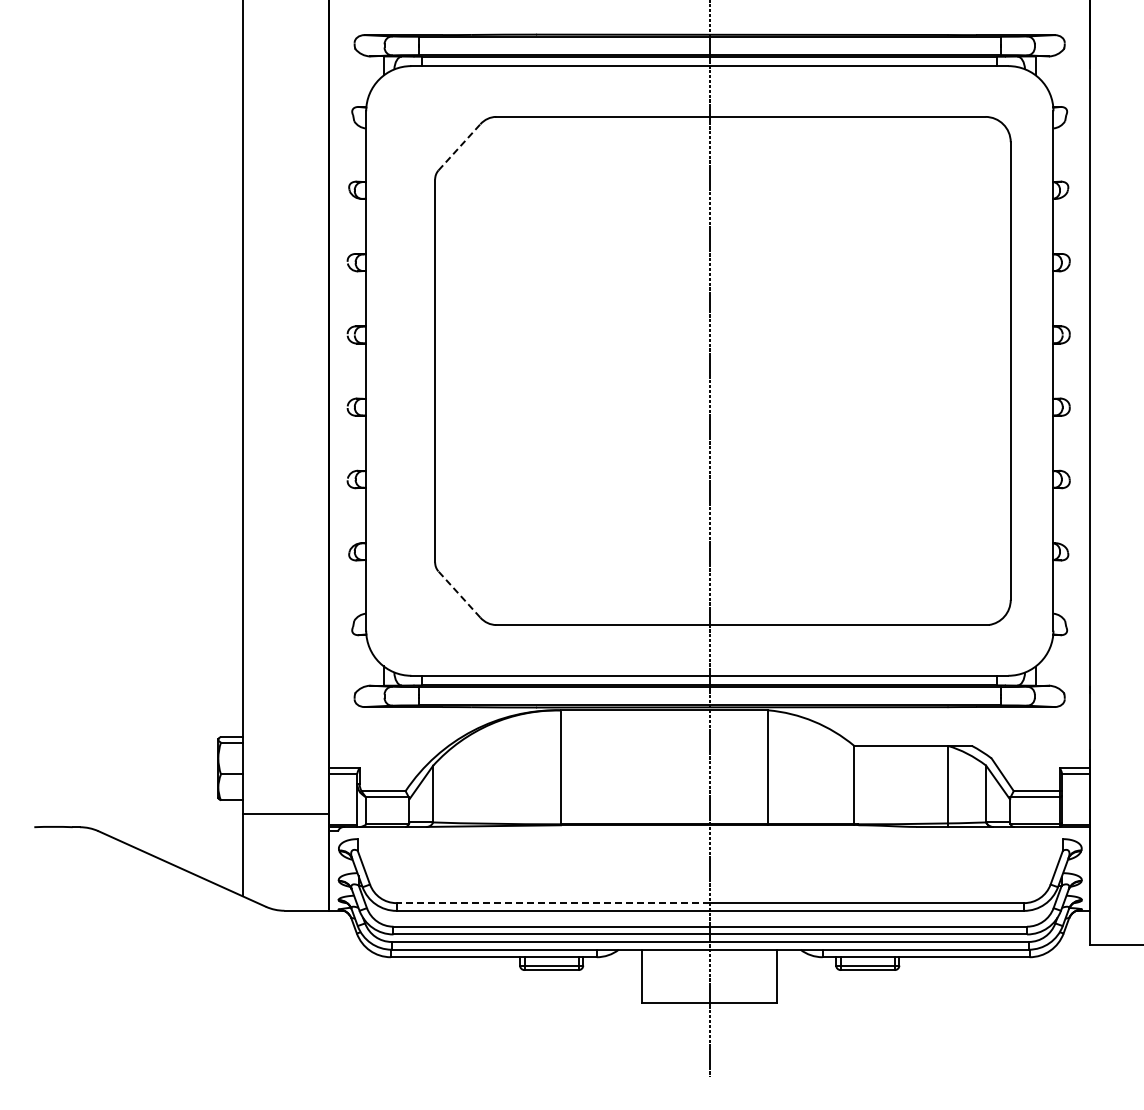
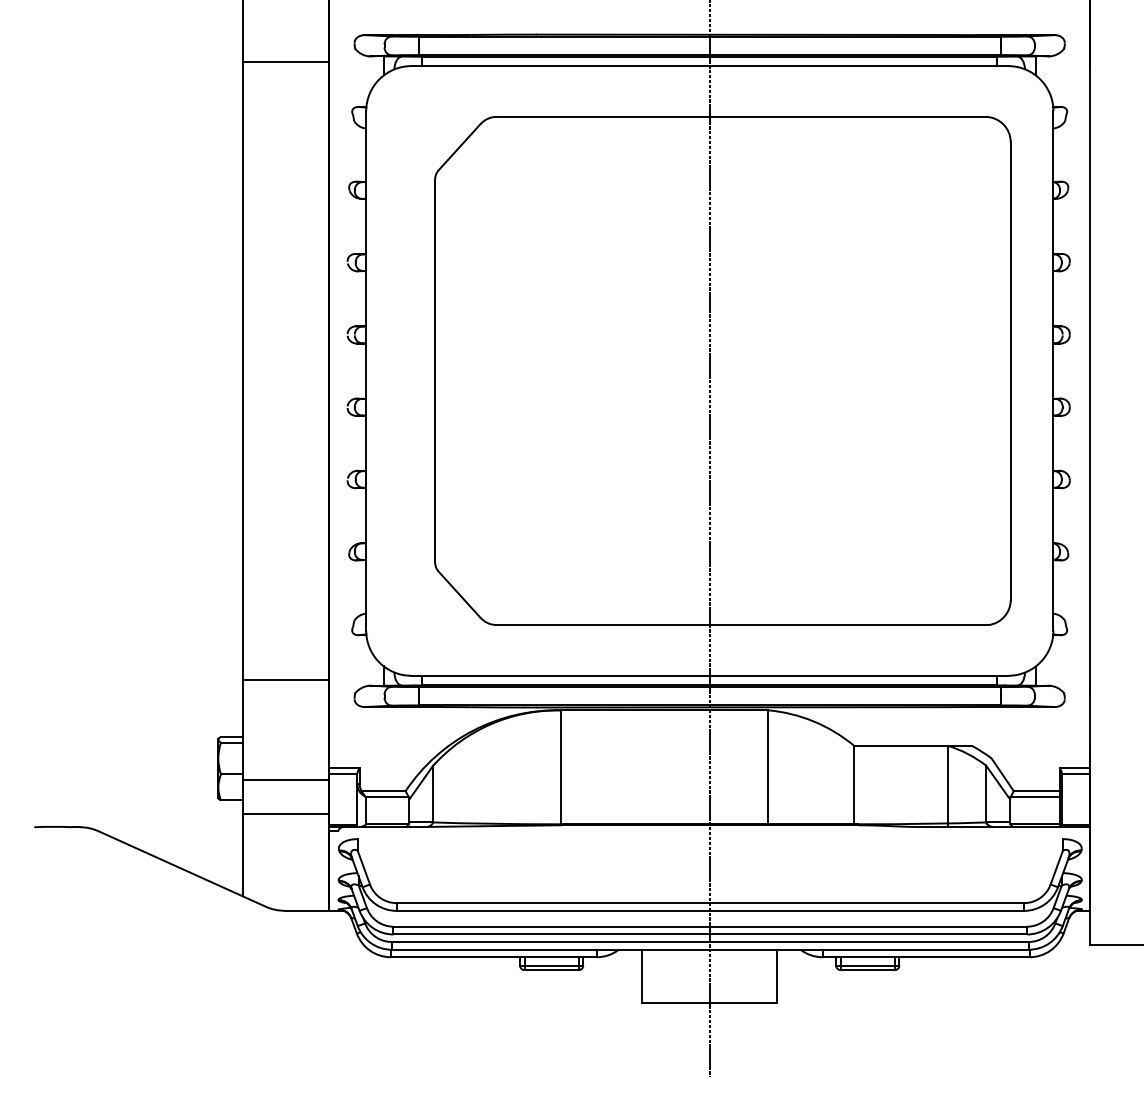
line at (285, 62): none -> present
line at (459, 147): dashed -> solid
line at (459, 594): dashed -> solid
line at (285, 679): none -> present
line at (285, 780): none -> present
line at (553, 903): dashed -> solid
